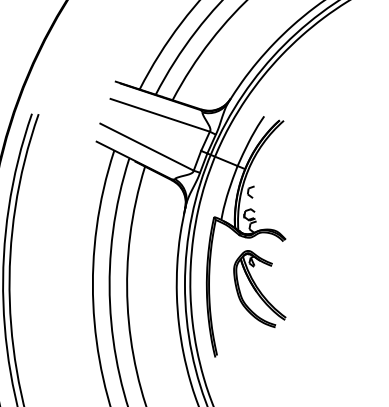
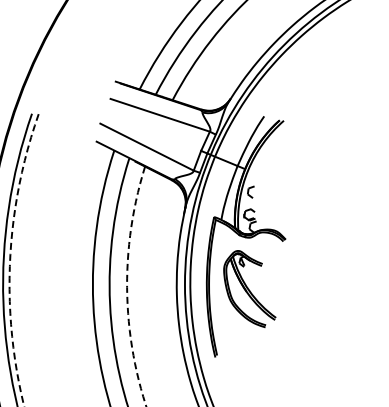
arc at (10, 259): solid -> dashed
arc at (127, 288): solid -> dashed
part at (259, 288) position: (259, 288) -> (249, 288)
